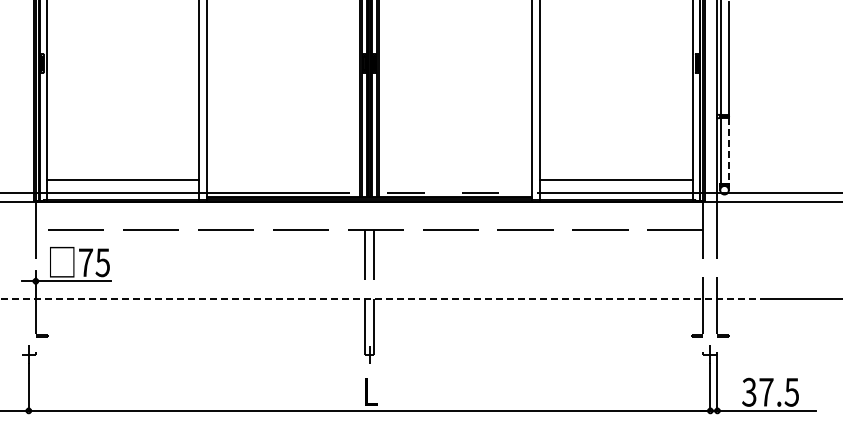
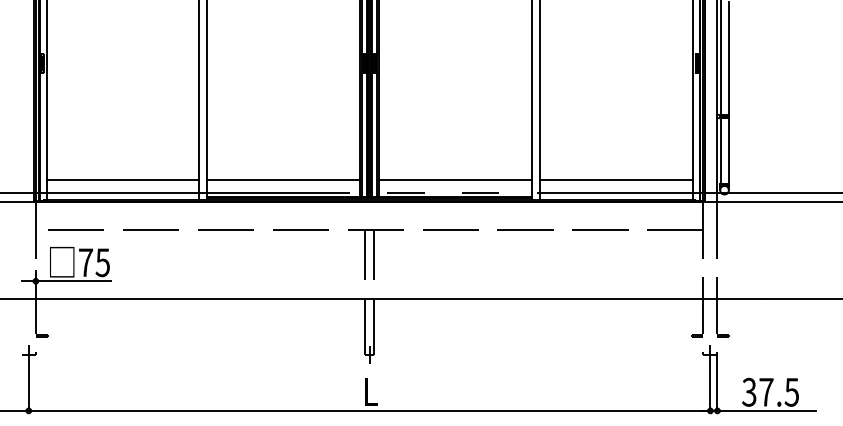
line at (728, 151): dashed -> solid
line at (283, 180): none -> present
line at (455, 180): none -> present
line at (383, 298): dashed -> solid
